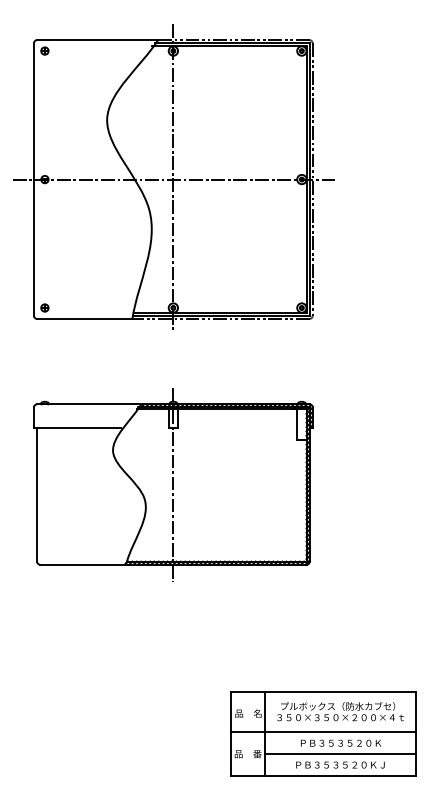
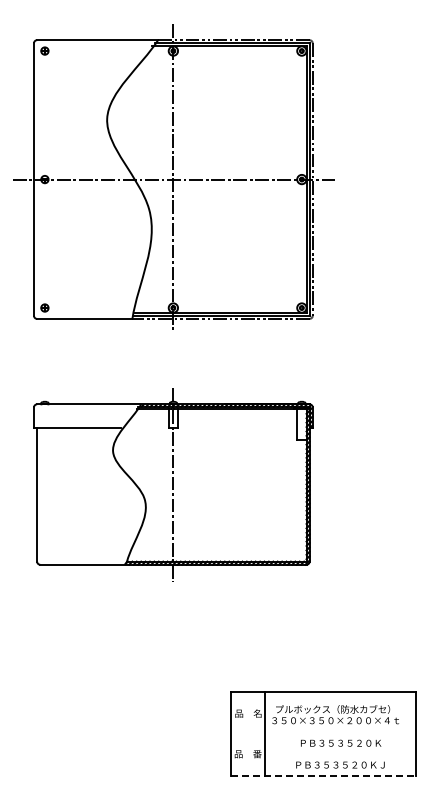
text at (340, 711) position: (340, 711) -> (335, 714)
line at (323, 732): present -> none
line at (340, 754): present -> none
line at (323, 776): solid -> dashed
